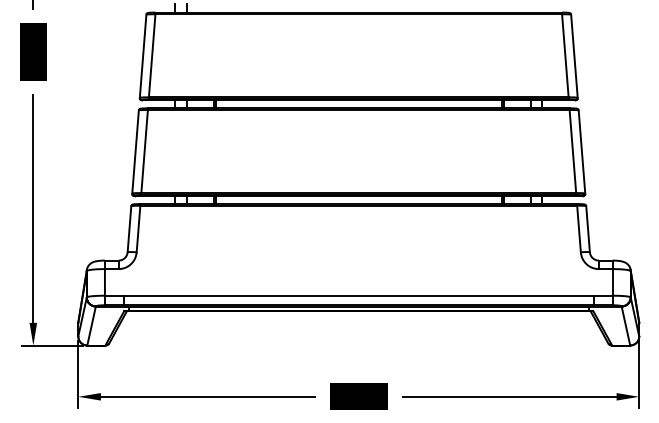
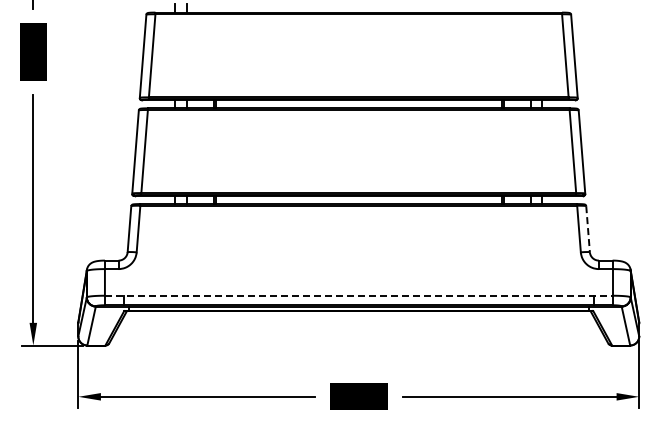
line at (588, 229): solid -> dashed
line at (358, 295): solid -> dashed
